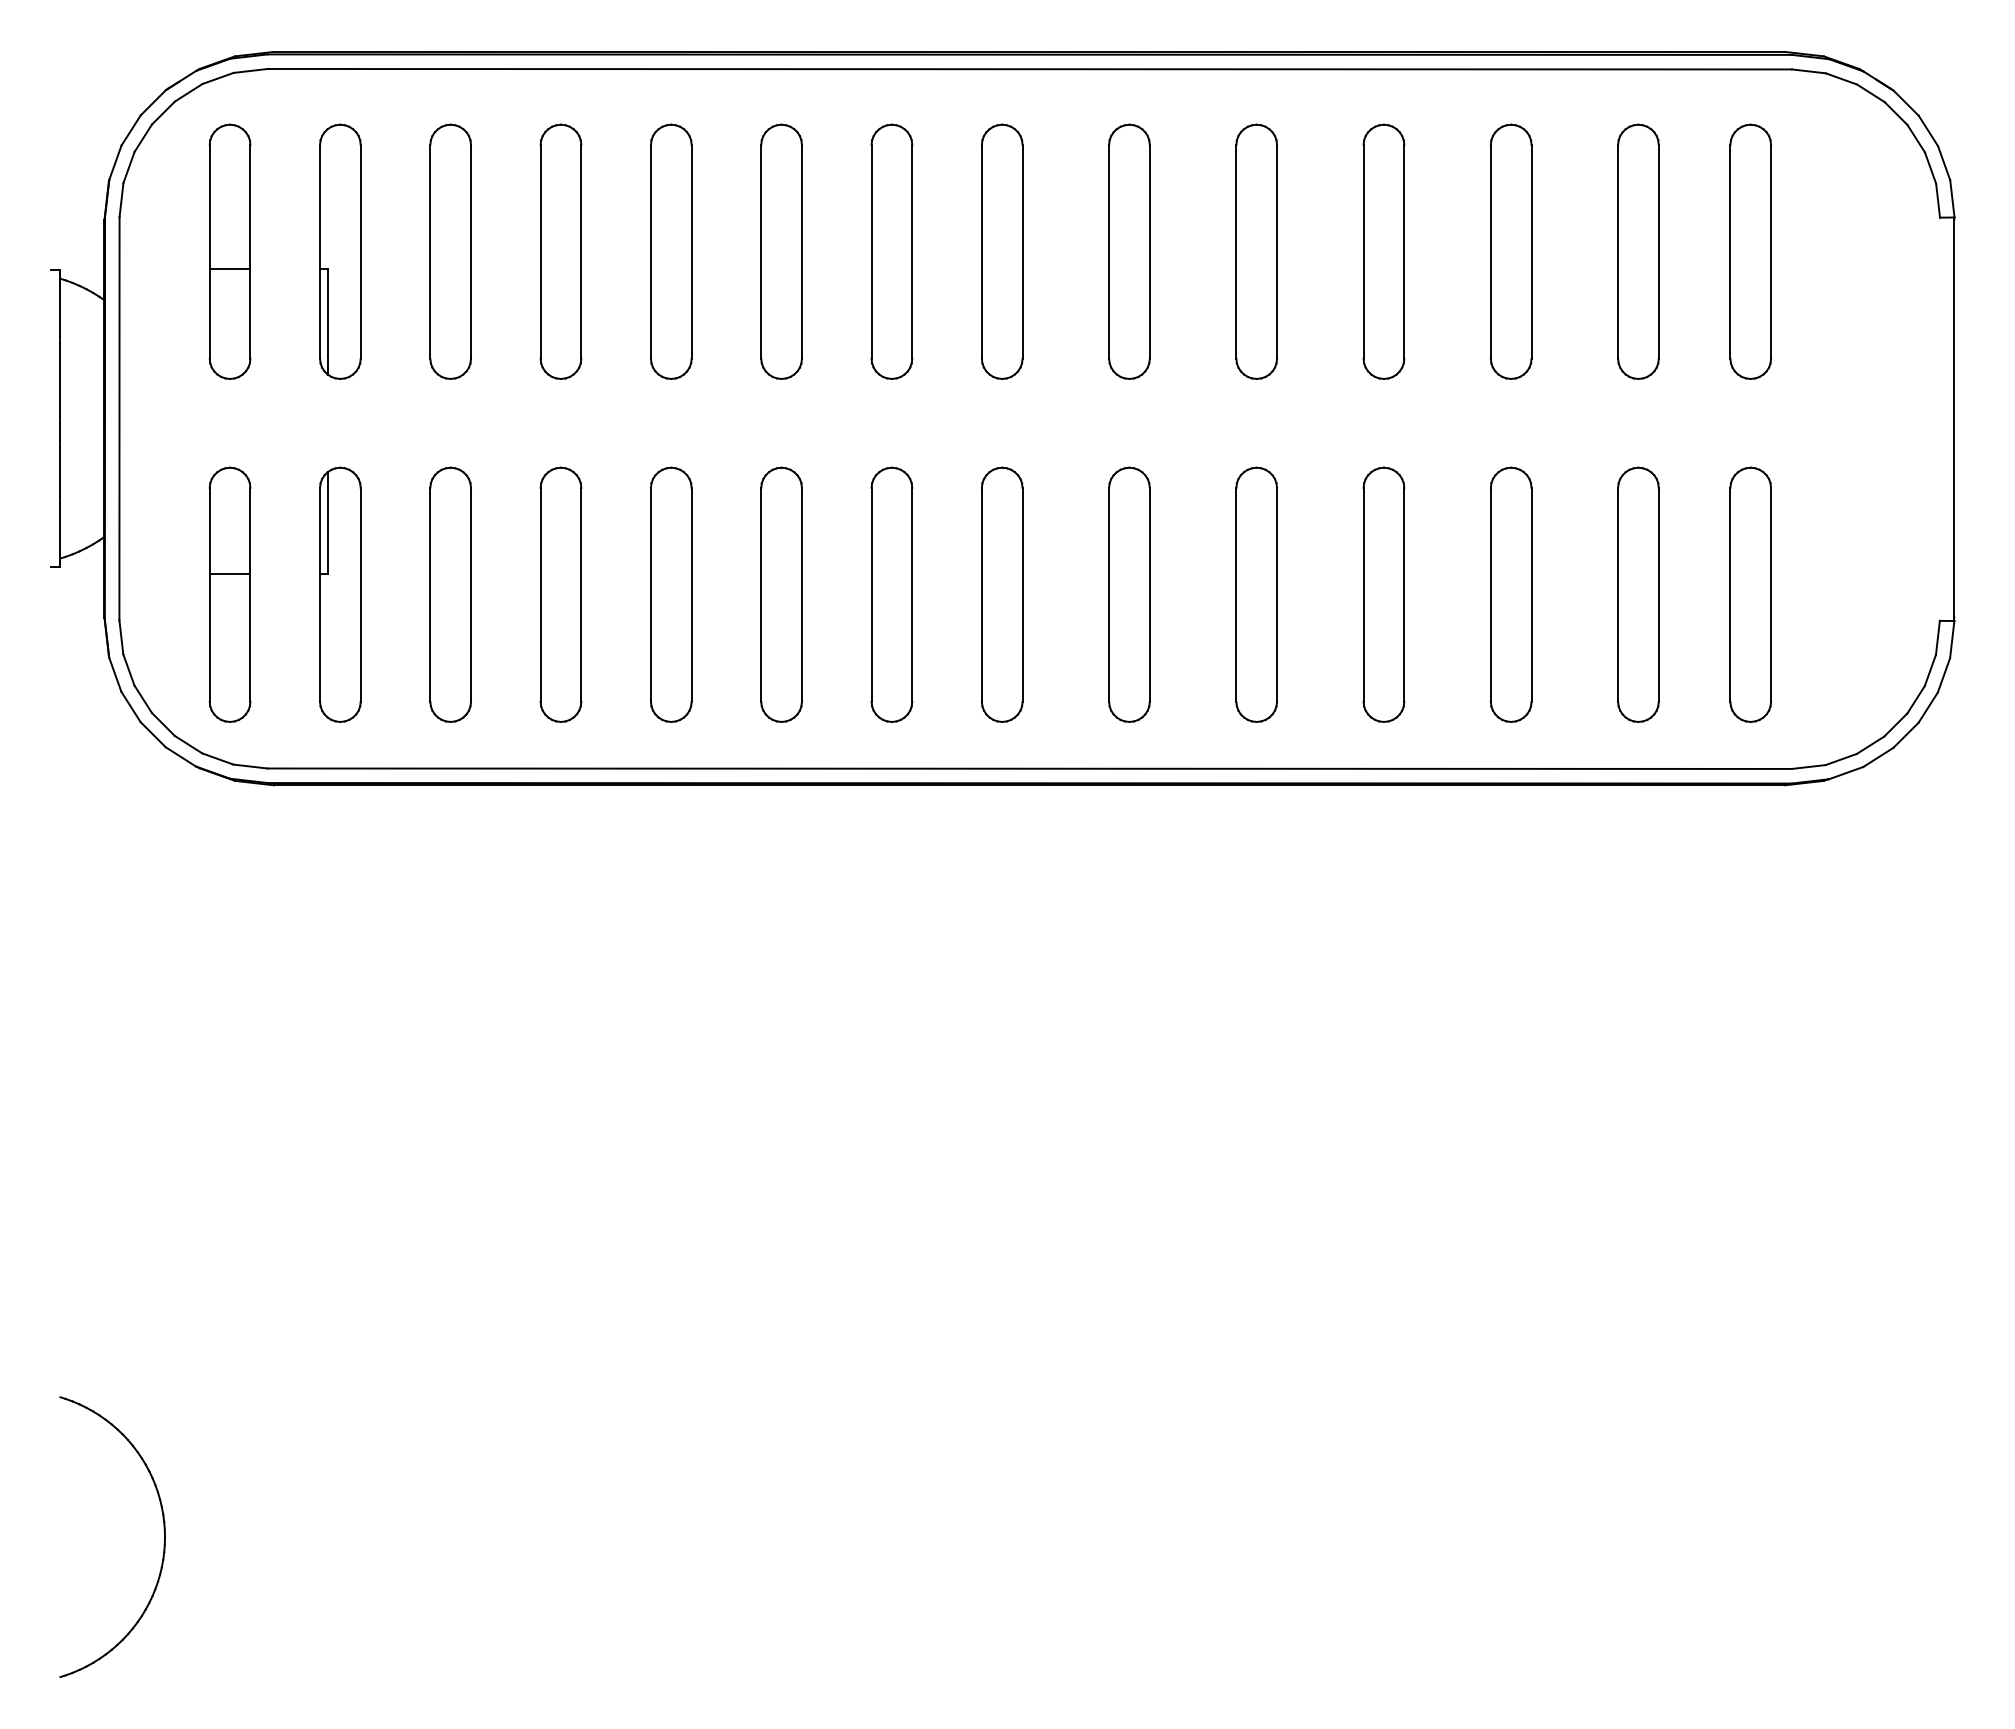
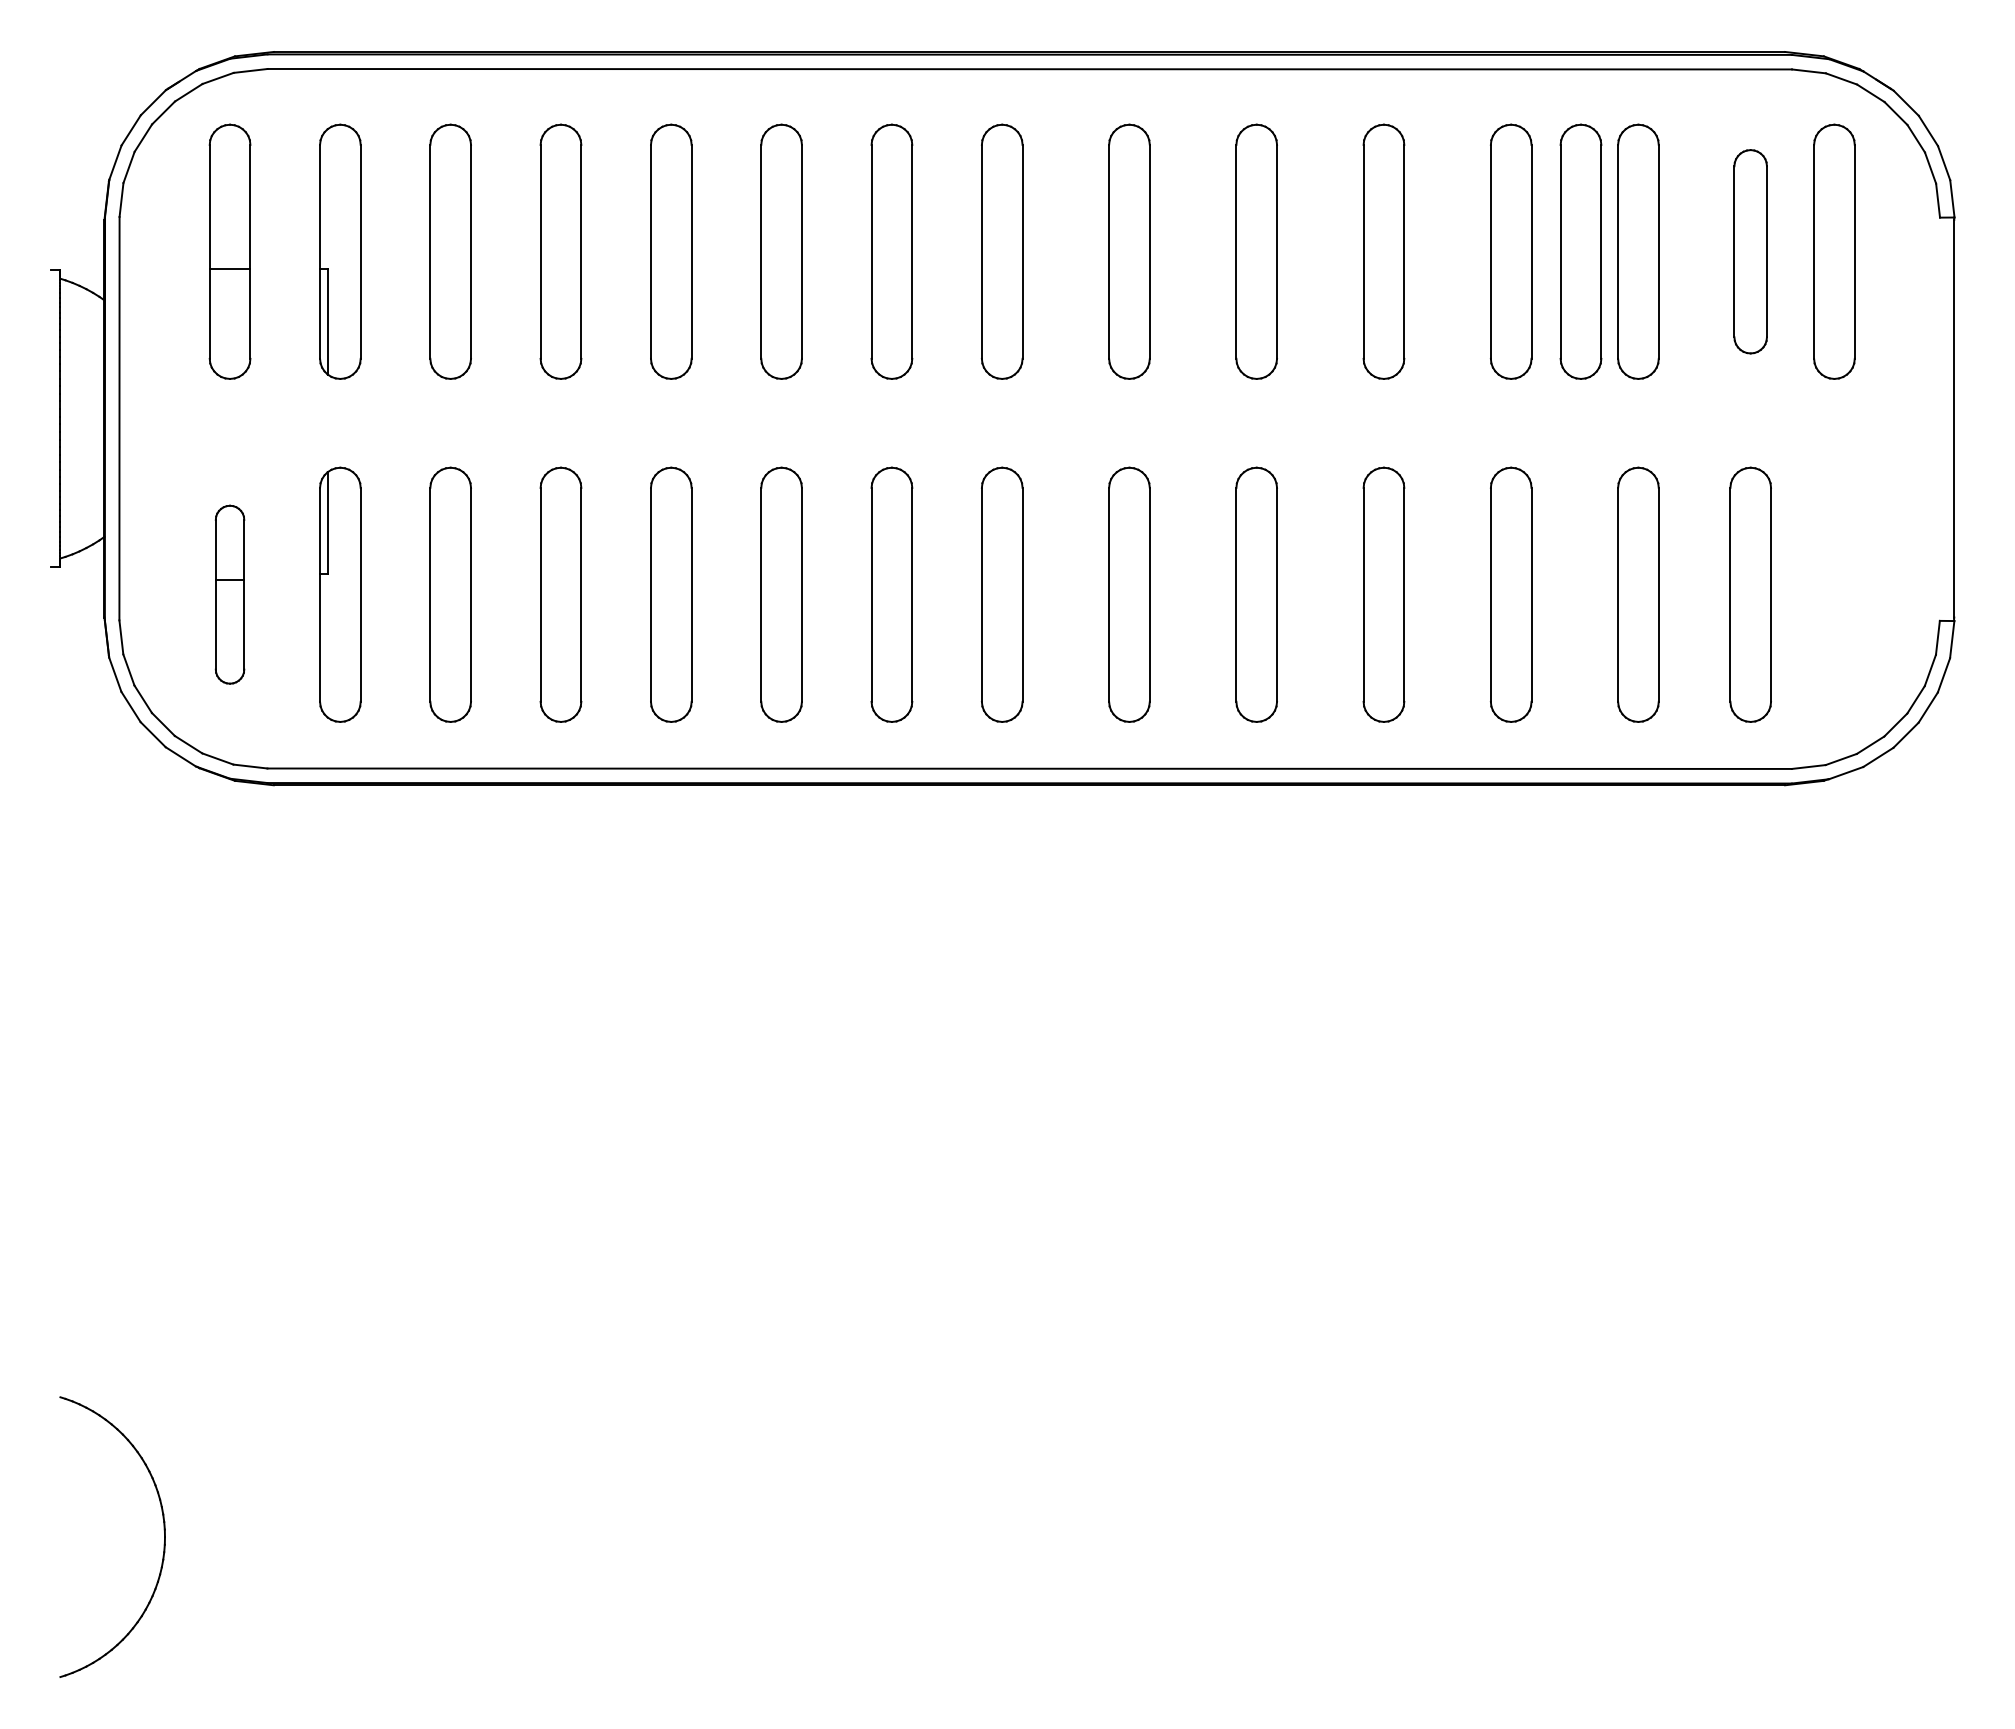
part at (1580, 251): none -> present
part at (1750, 251) size: 43x257 px -> 35x206 px
part at (1834, 251): none -> present
part at (229, 594) size: 44x257 px -> 32x181 px
